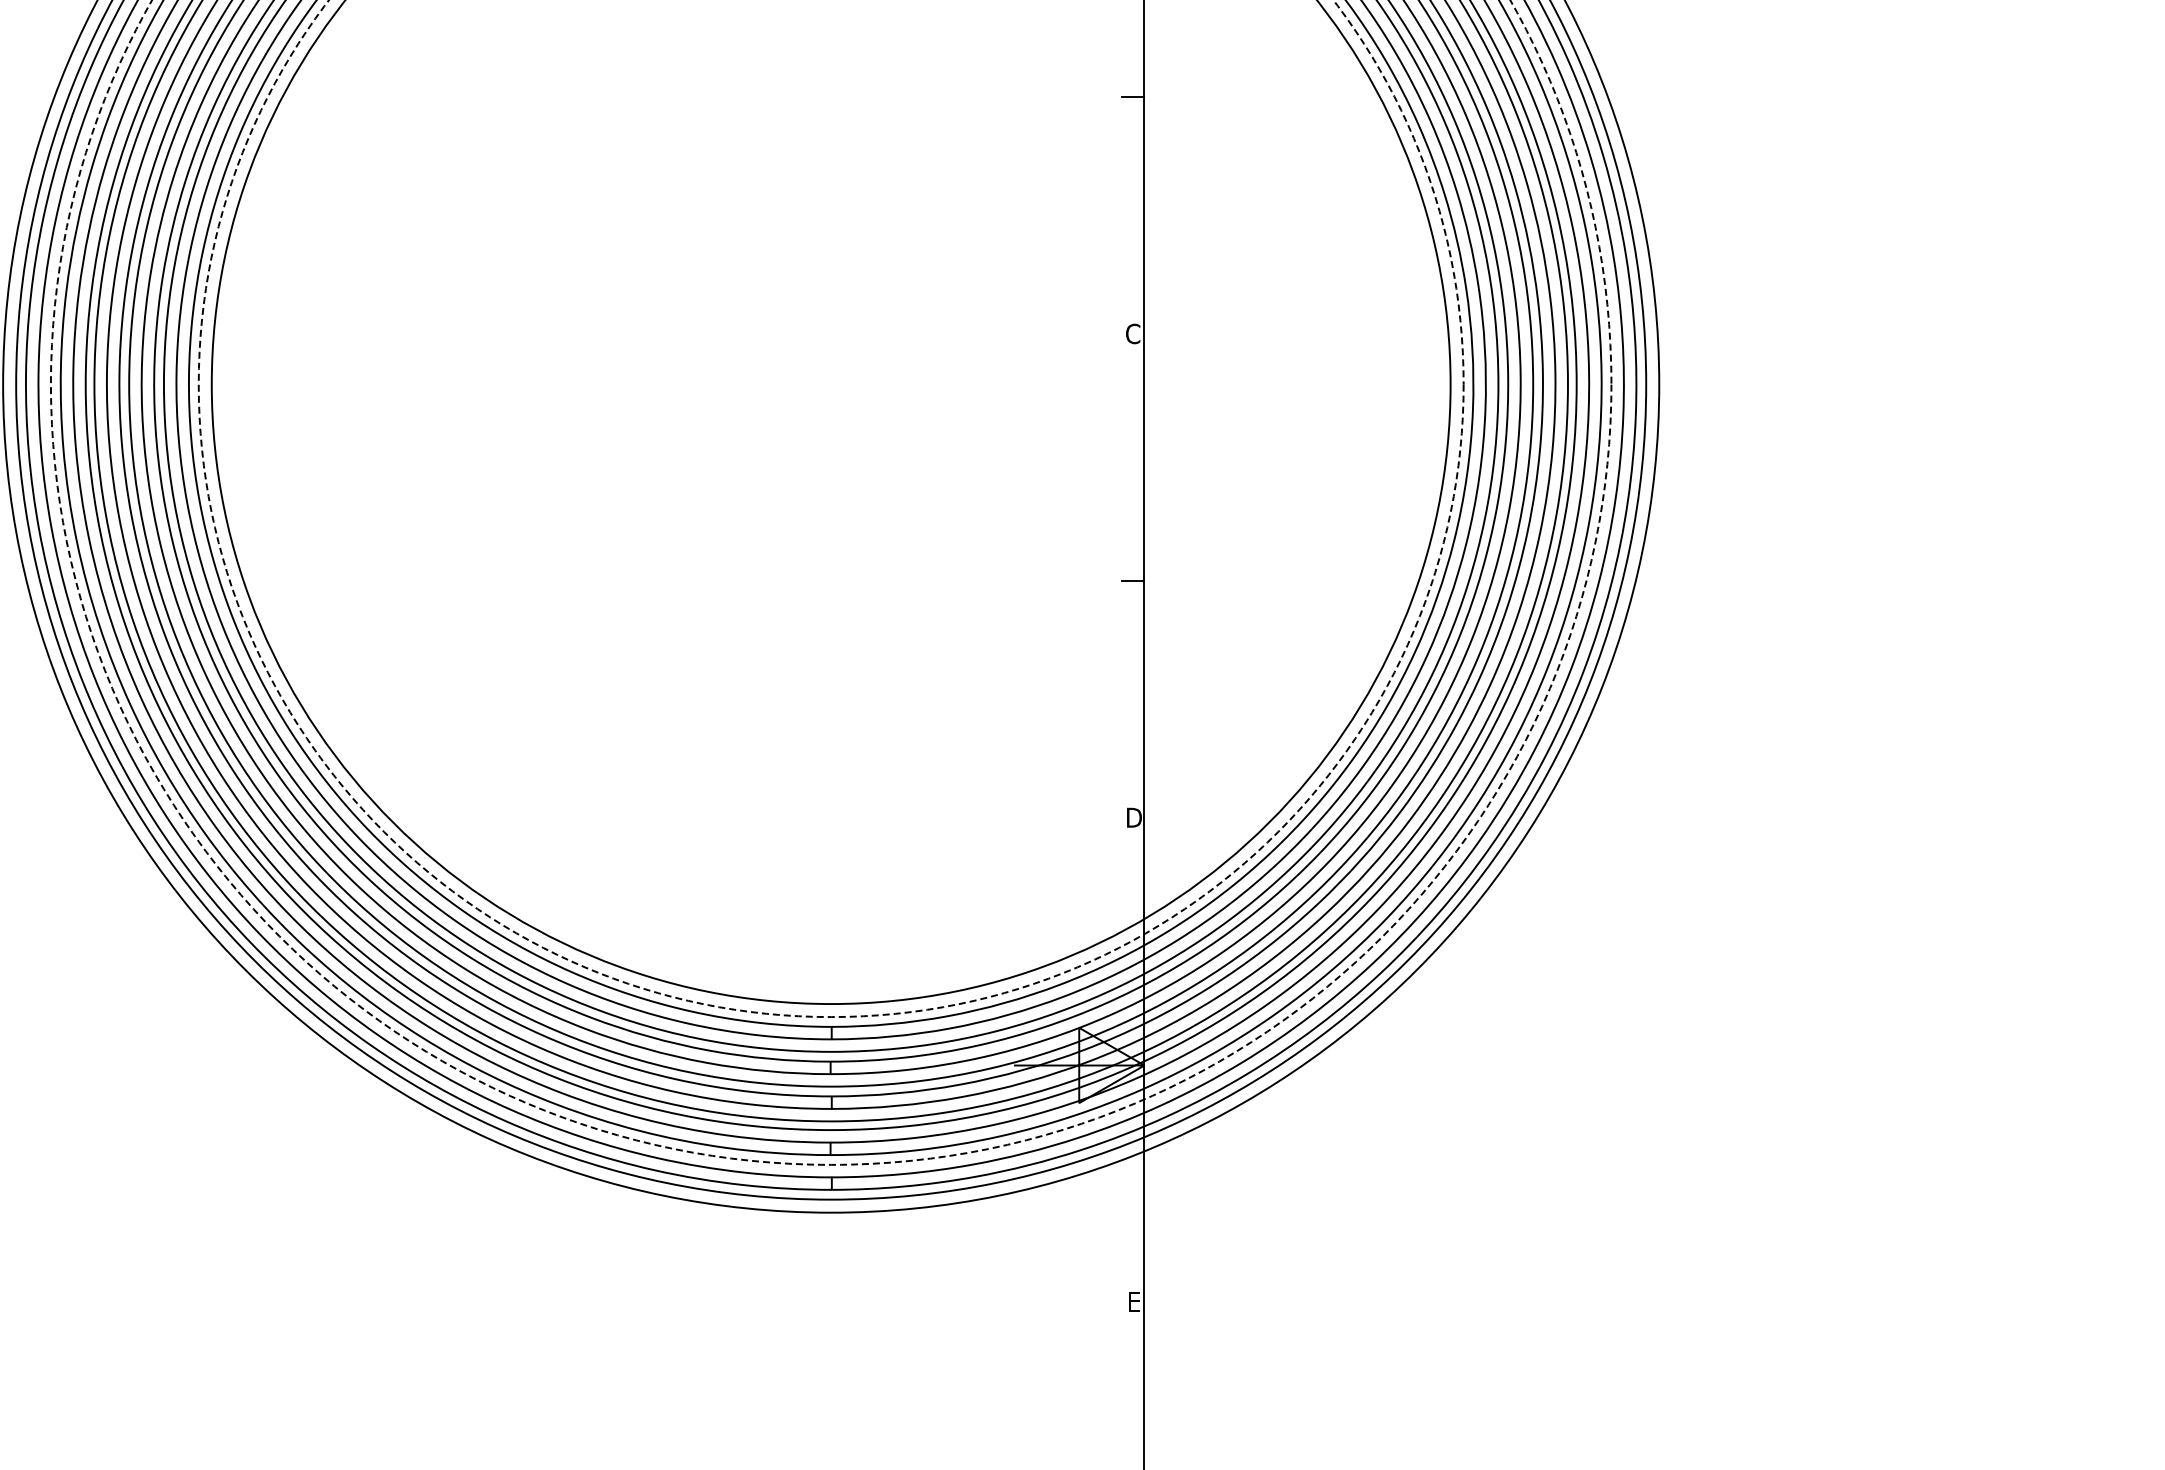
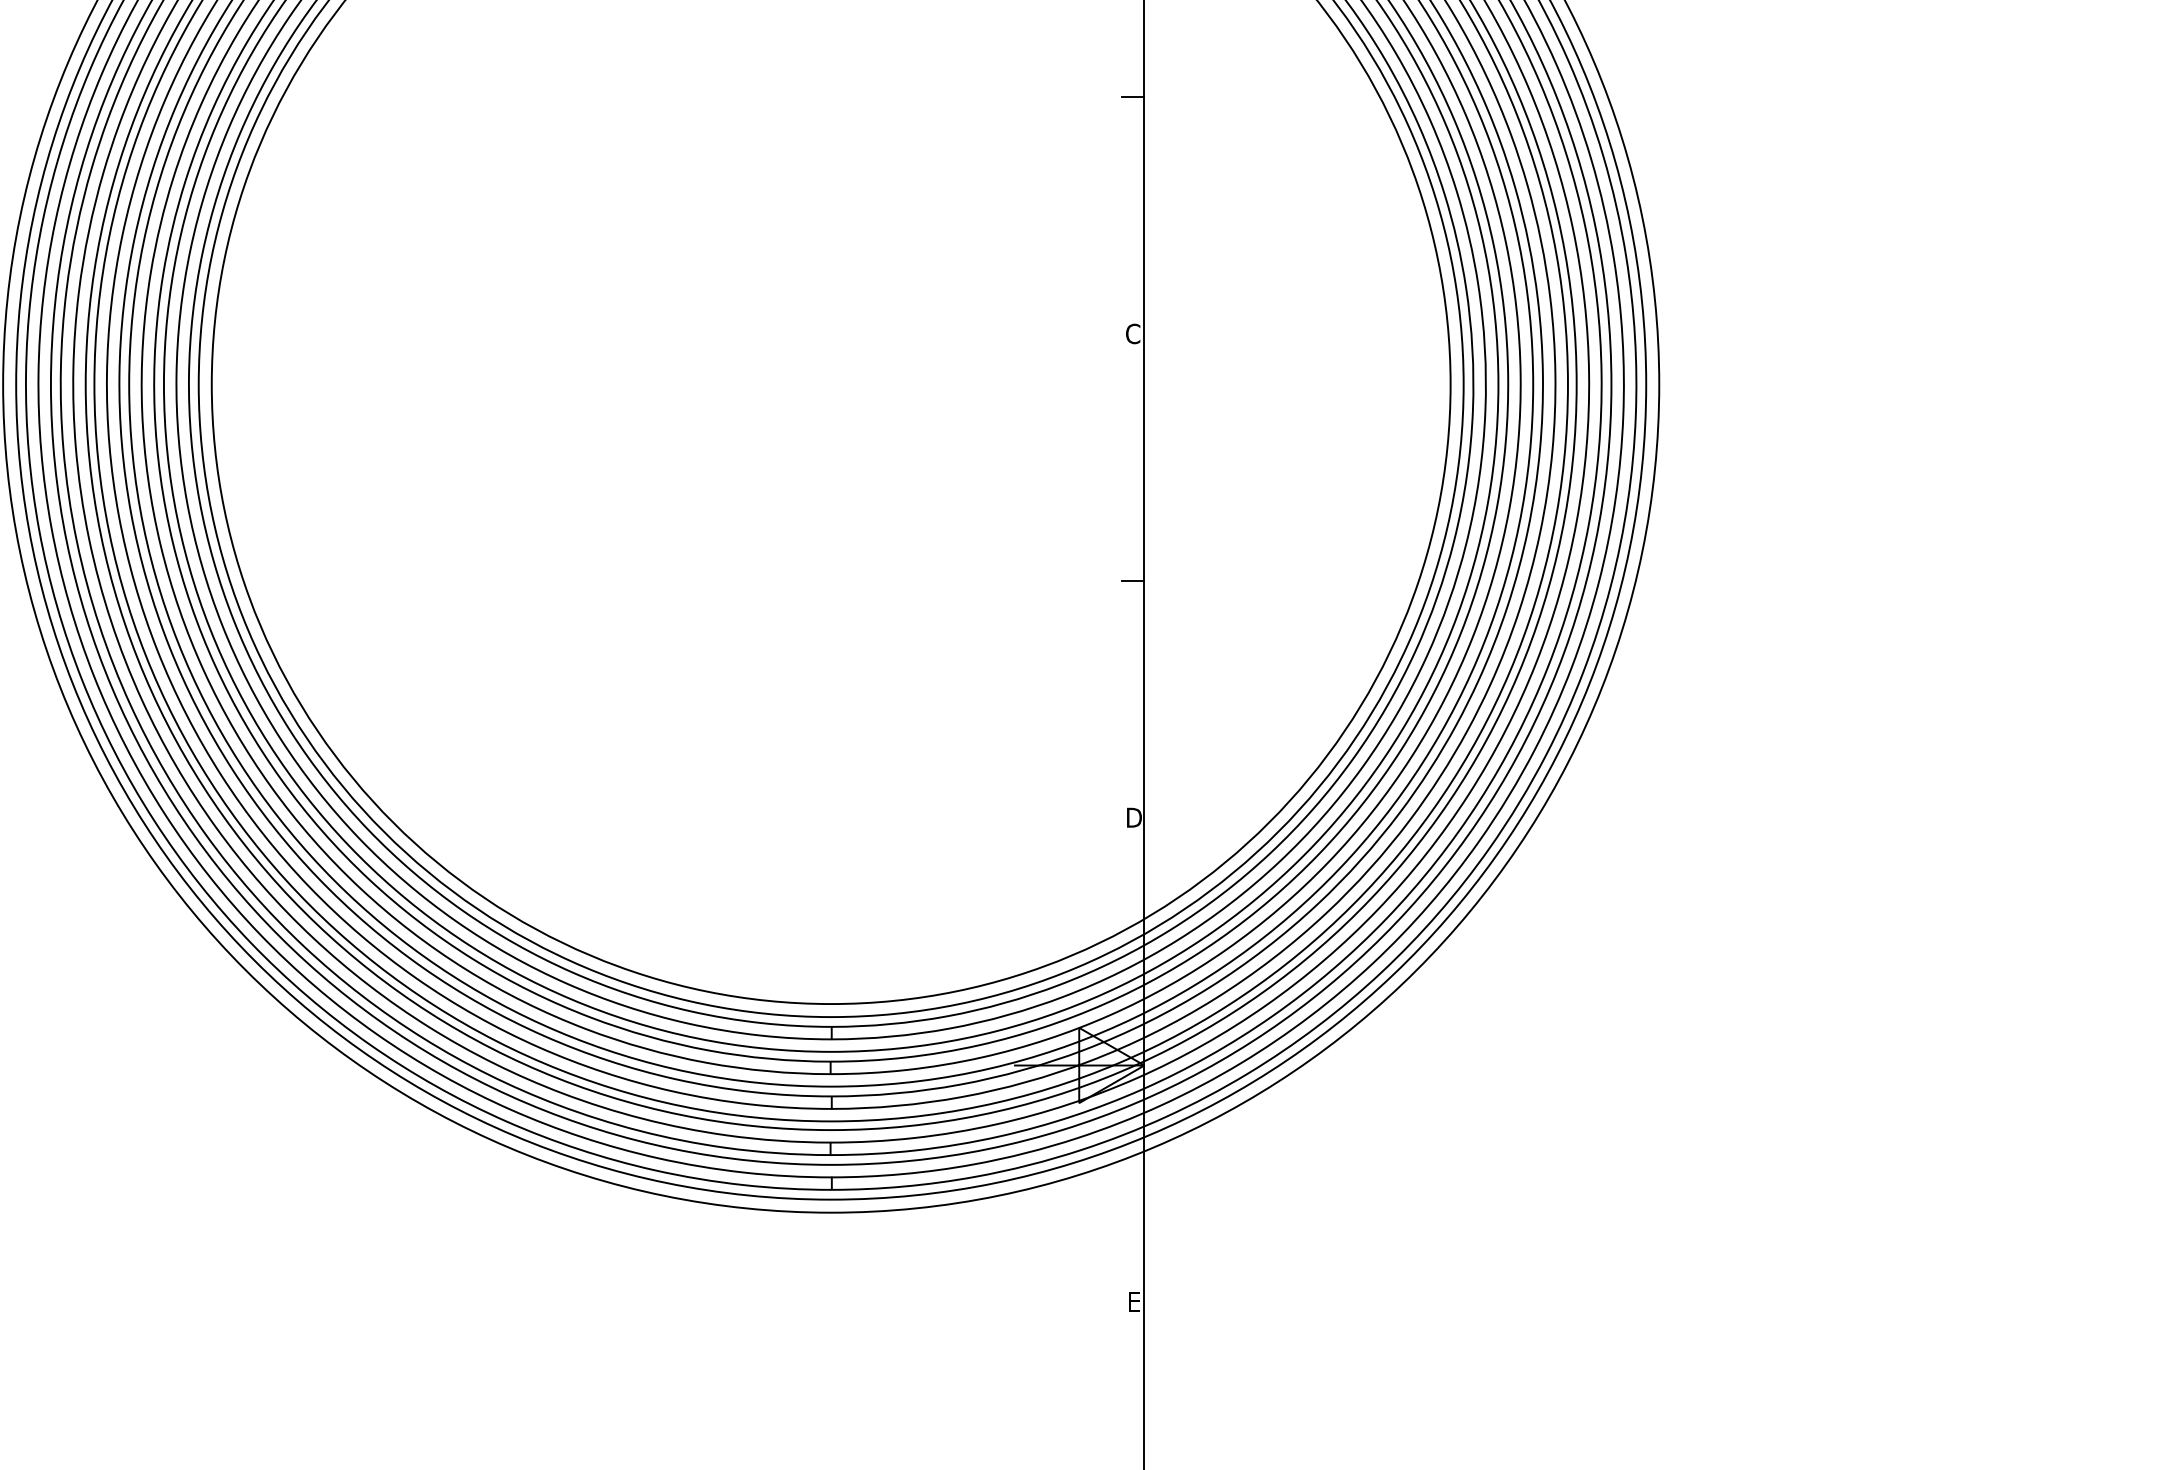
circle at (830, 508): dashed -> solid
circle at (830, 582): dashed -> solid
